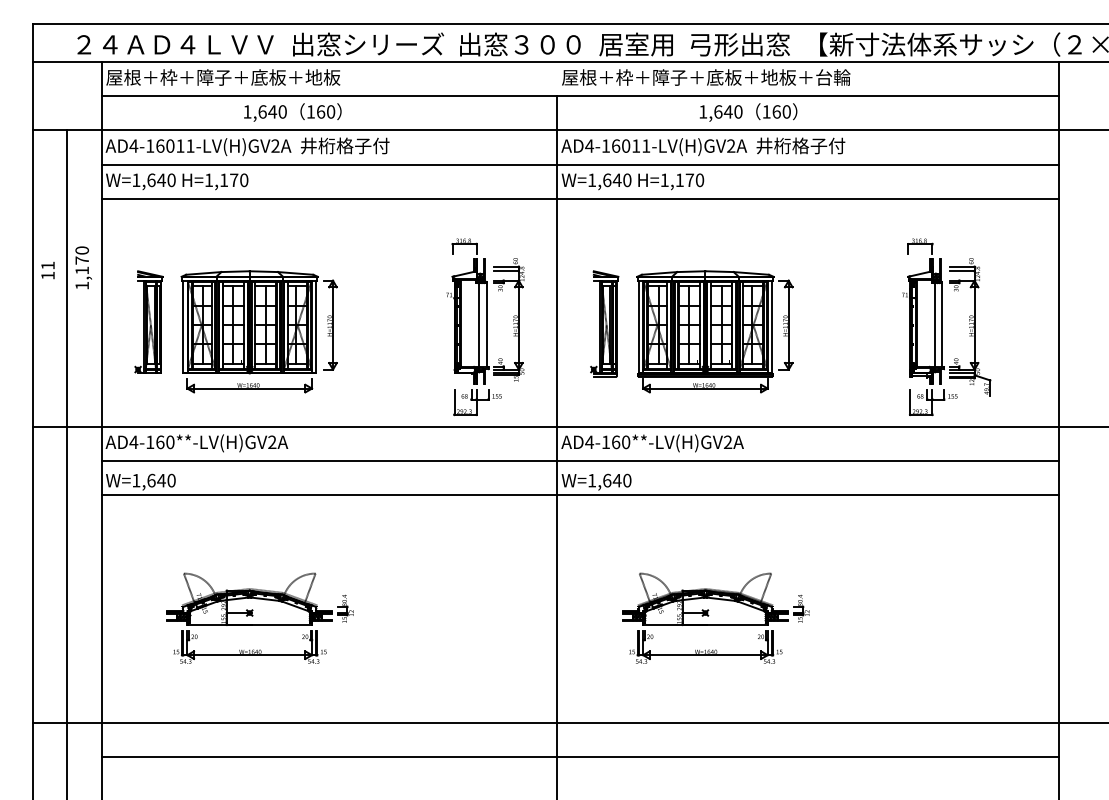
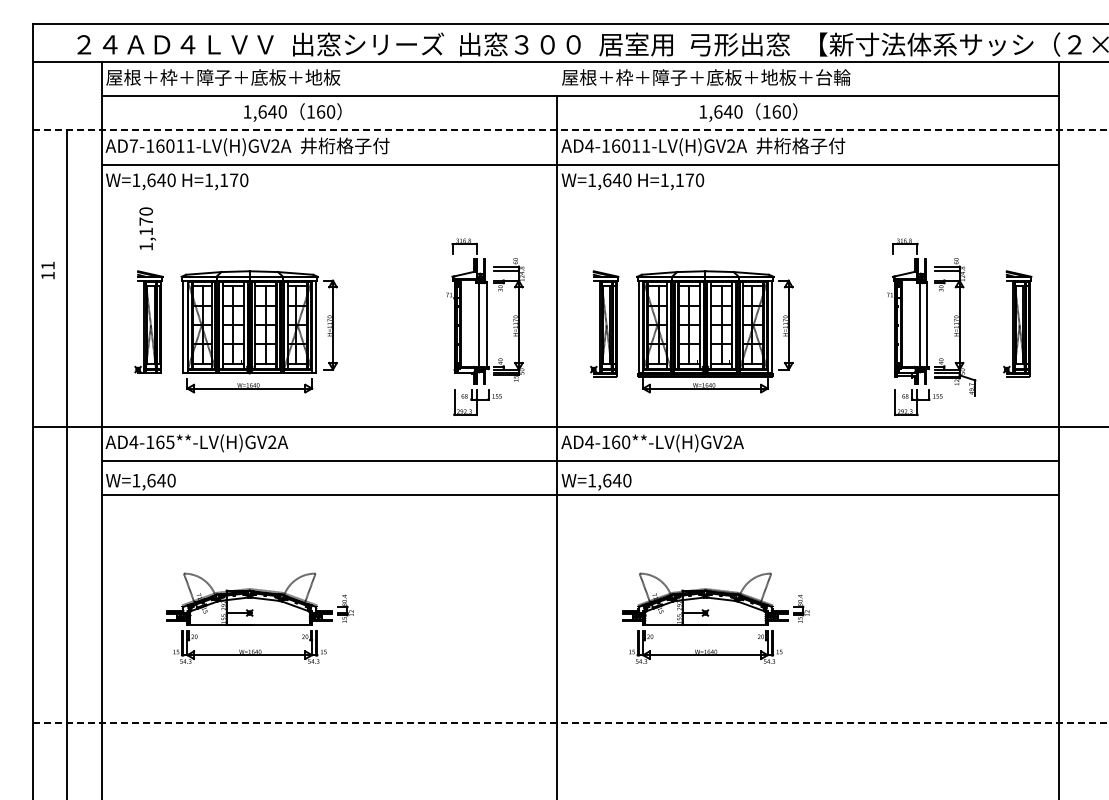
line at (571, 130): solid -> dashed
text at (133, 145): AD4-16011-LV(H)GV2A -> AD7-16011-LV(H)GV2A
line at (579, 198): present -> none
text at (83, 267) position: (83, 267) -> (147, 228)
part at (1017, 323): none -> present
part at (946, 327) position: (946, 327) -> (931, 327)
text at (170, 441): AD4-160**-LV(H)GV2A -> AD4-165**-LV(H)GV2A
line at (571, 722): solid -> dashed
line at (579, 756): present -> none
